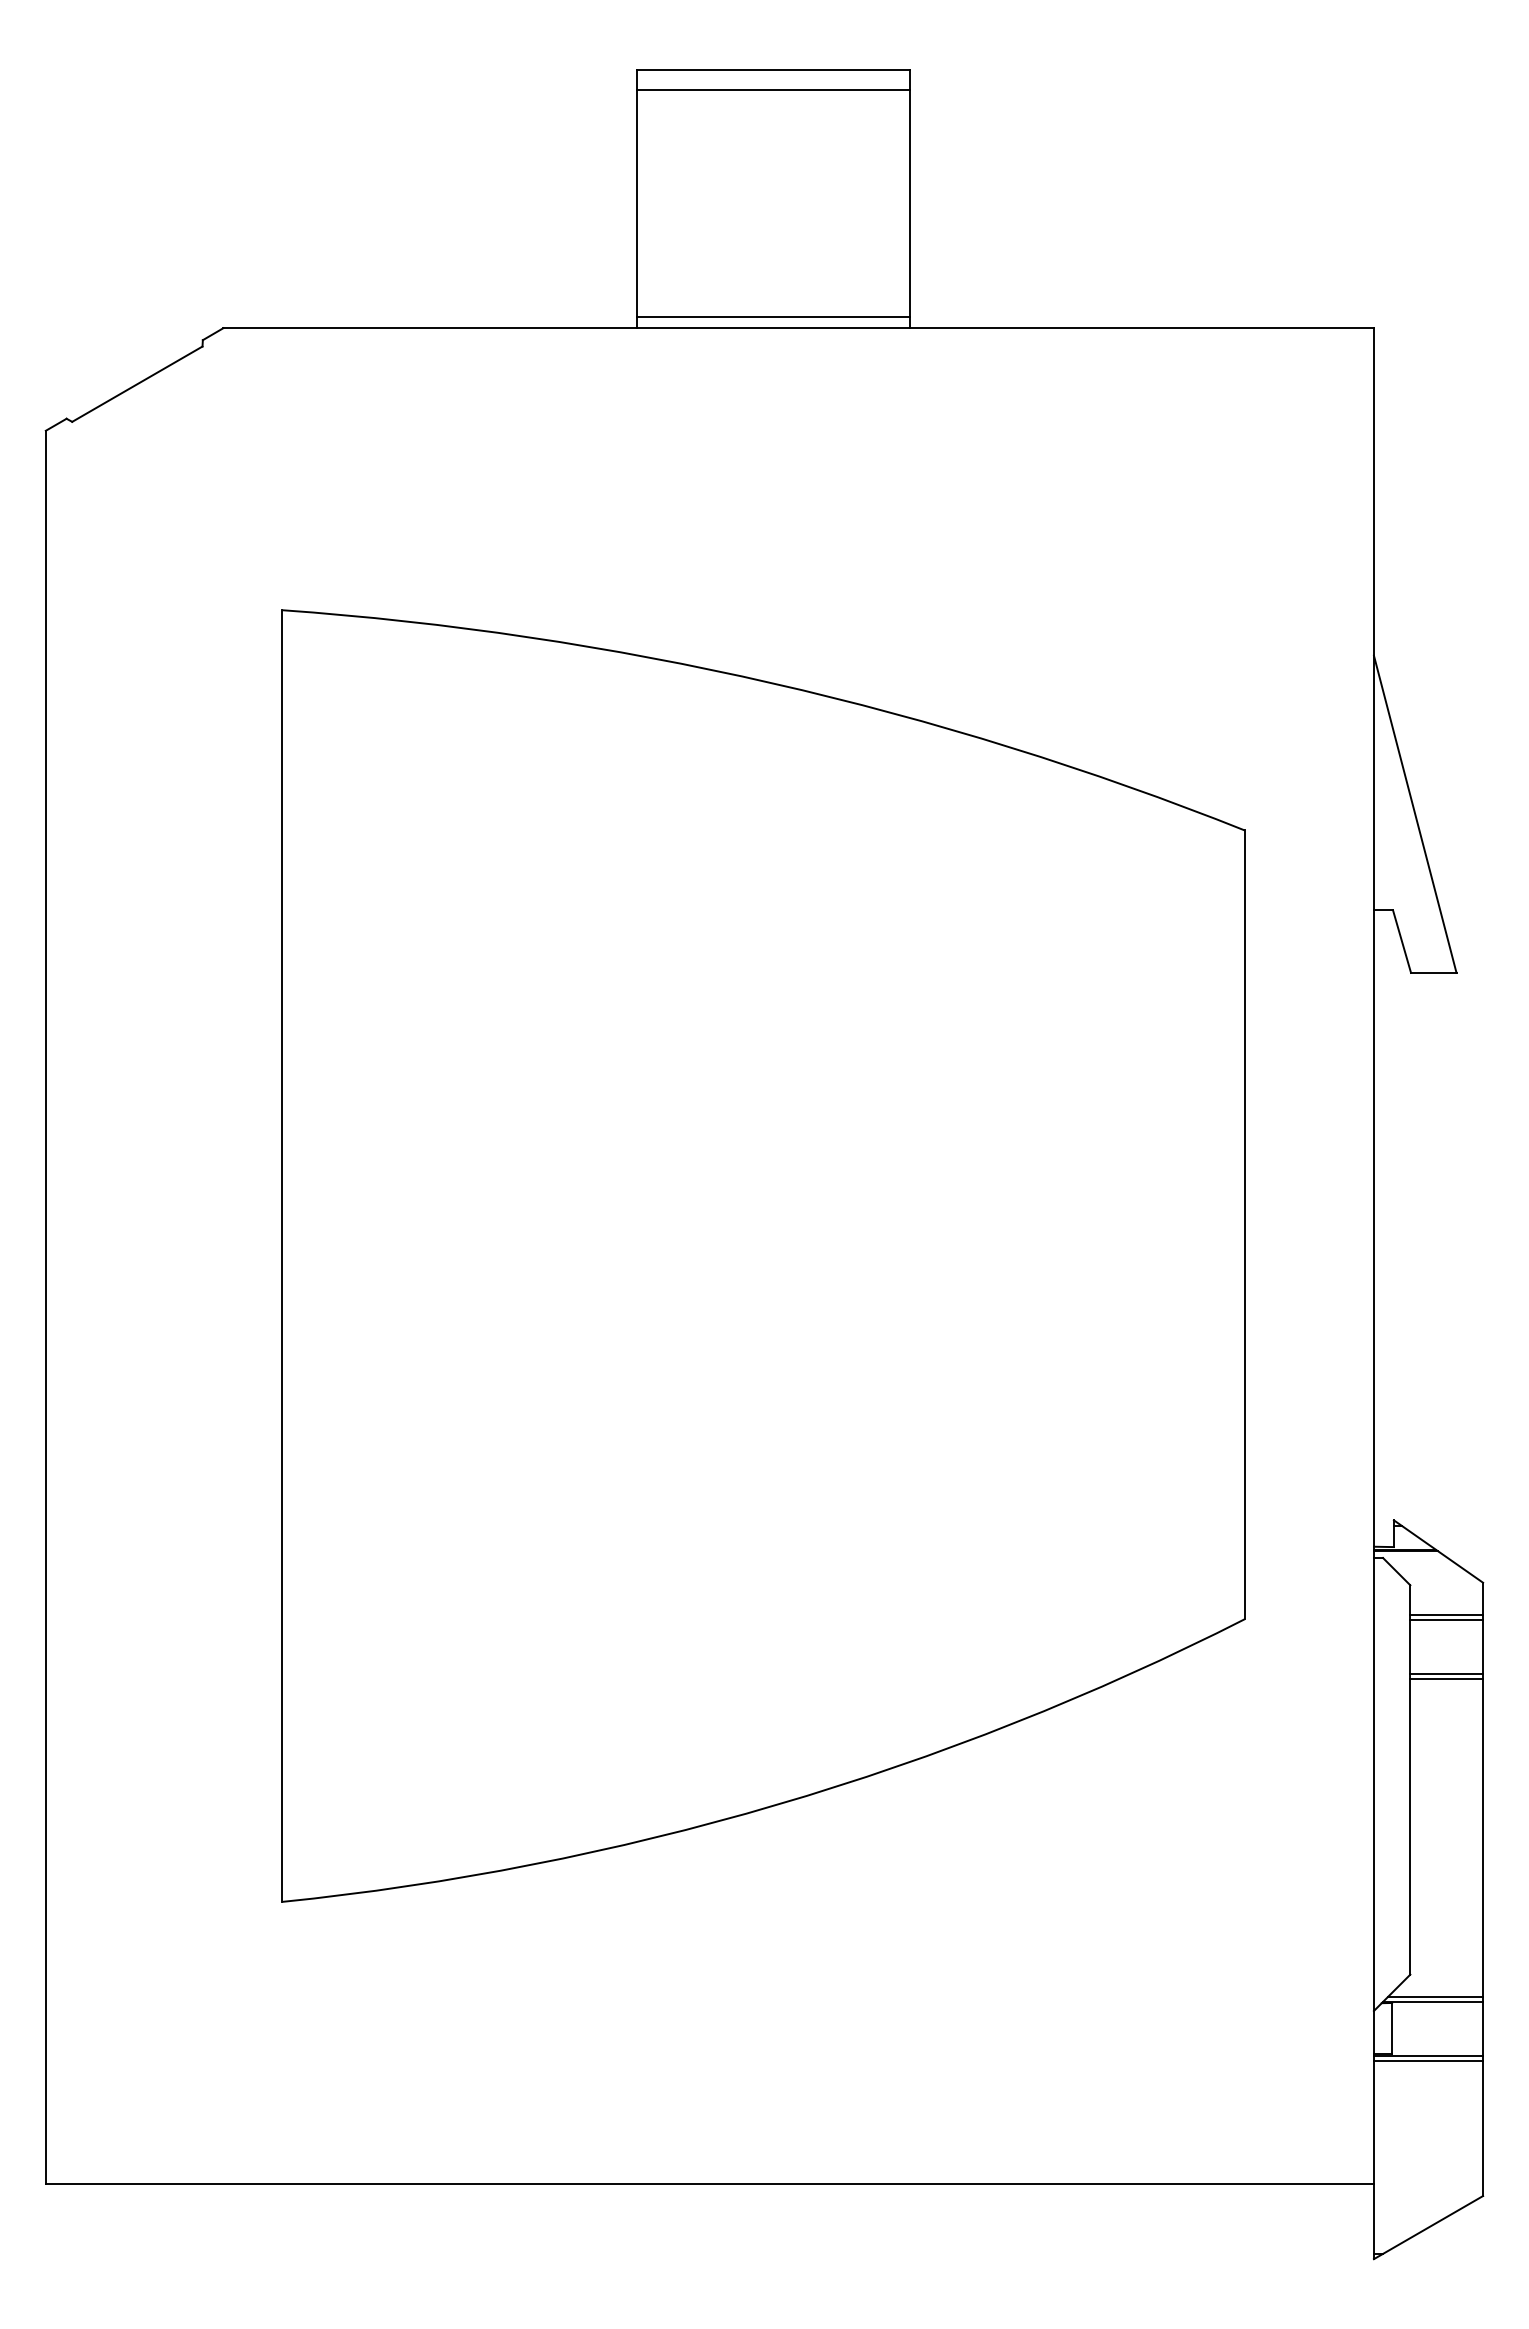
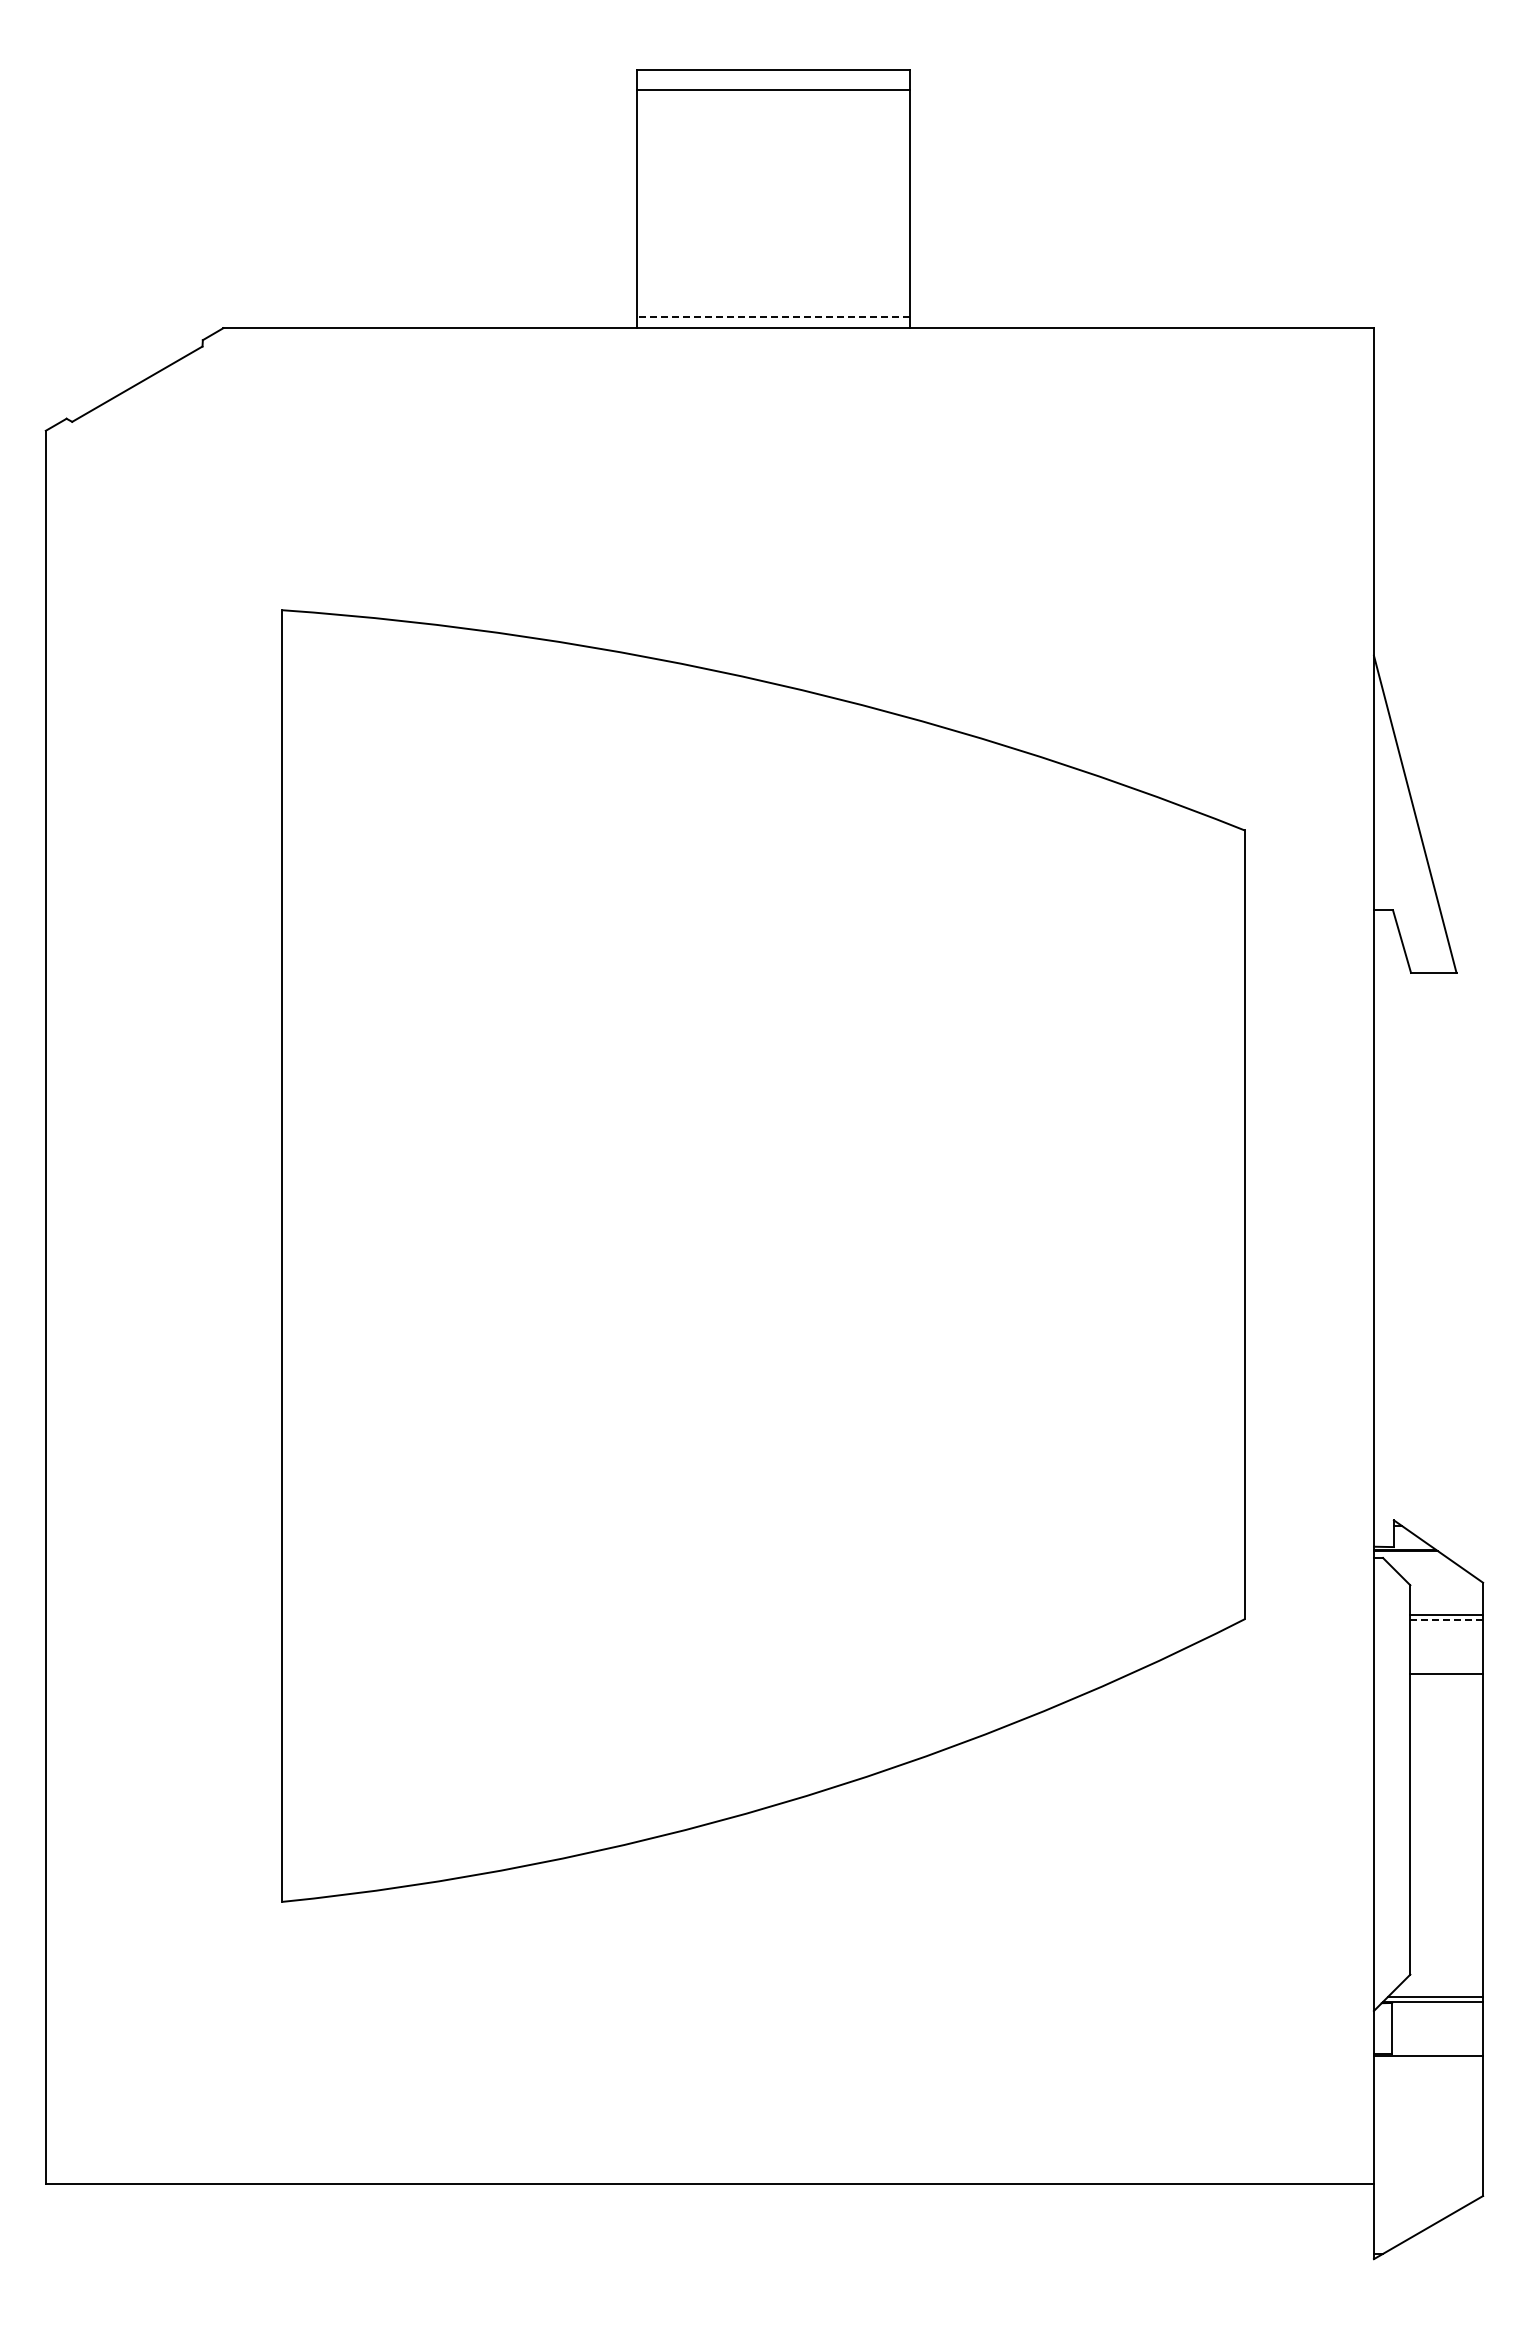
line at (773, 317): solid -> dashed
line at (1446, 1619): solid -> dashed
line at (1446, 1678): present -> none
line at (1428, 2061): present -> none
